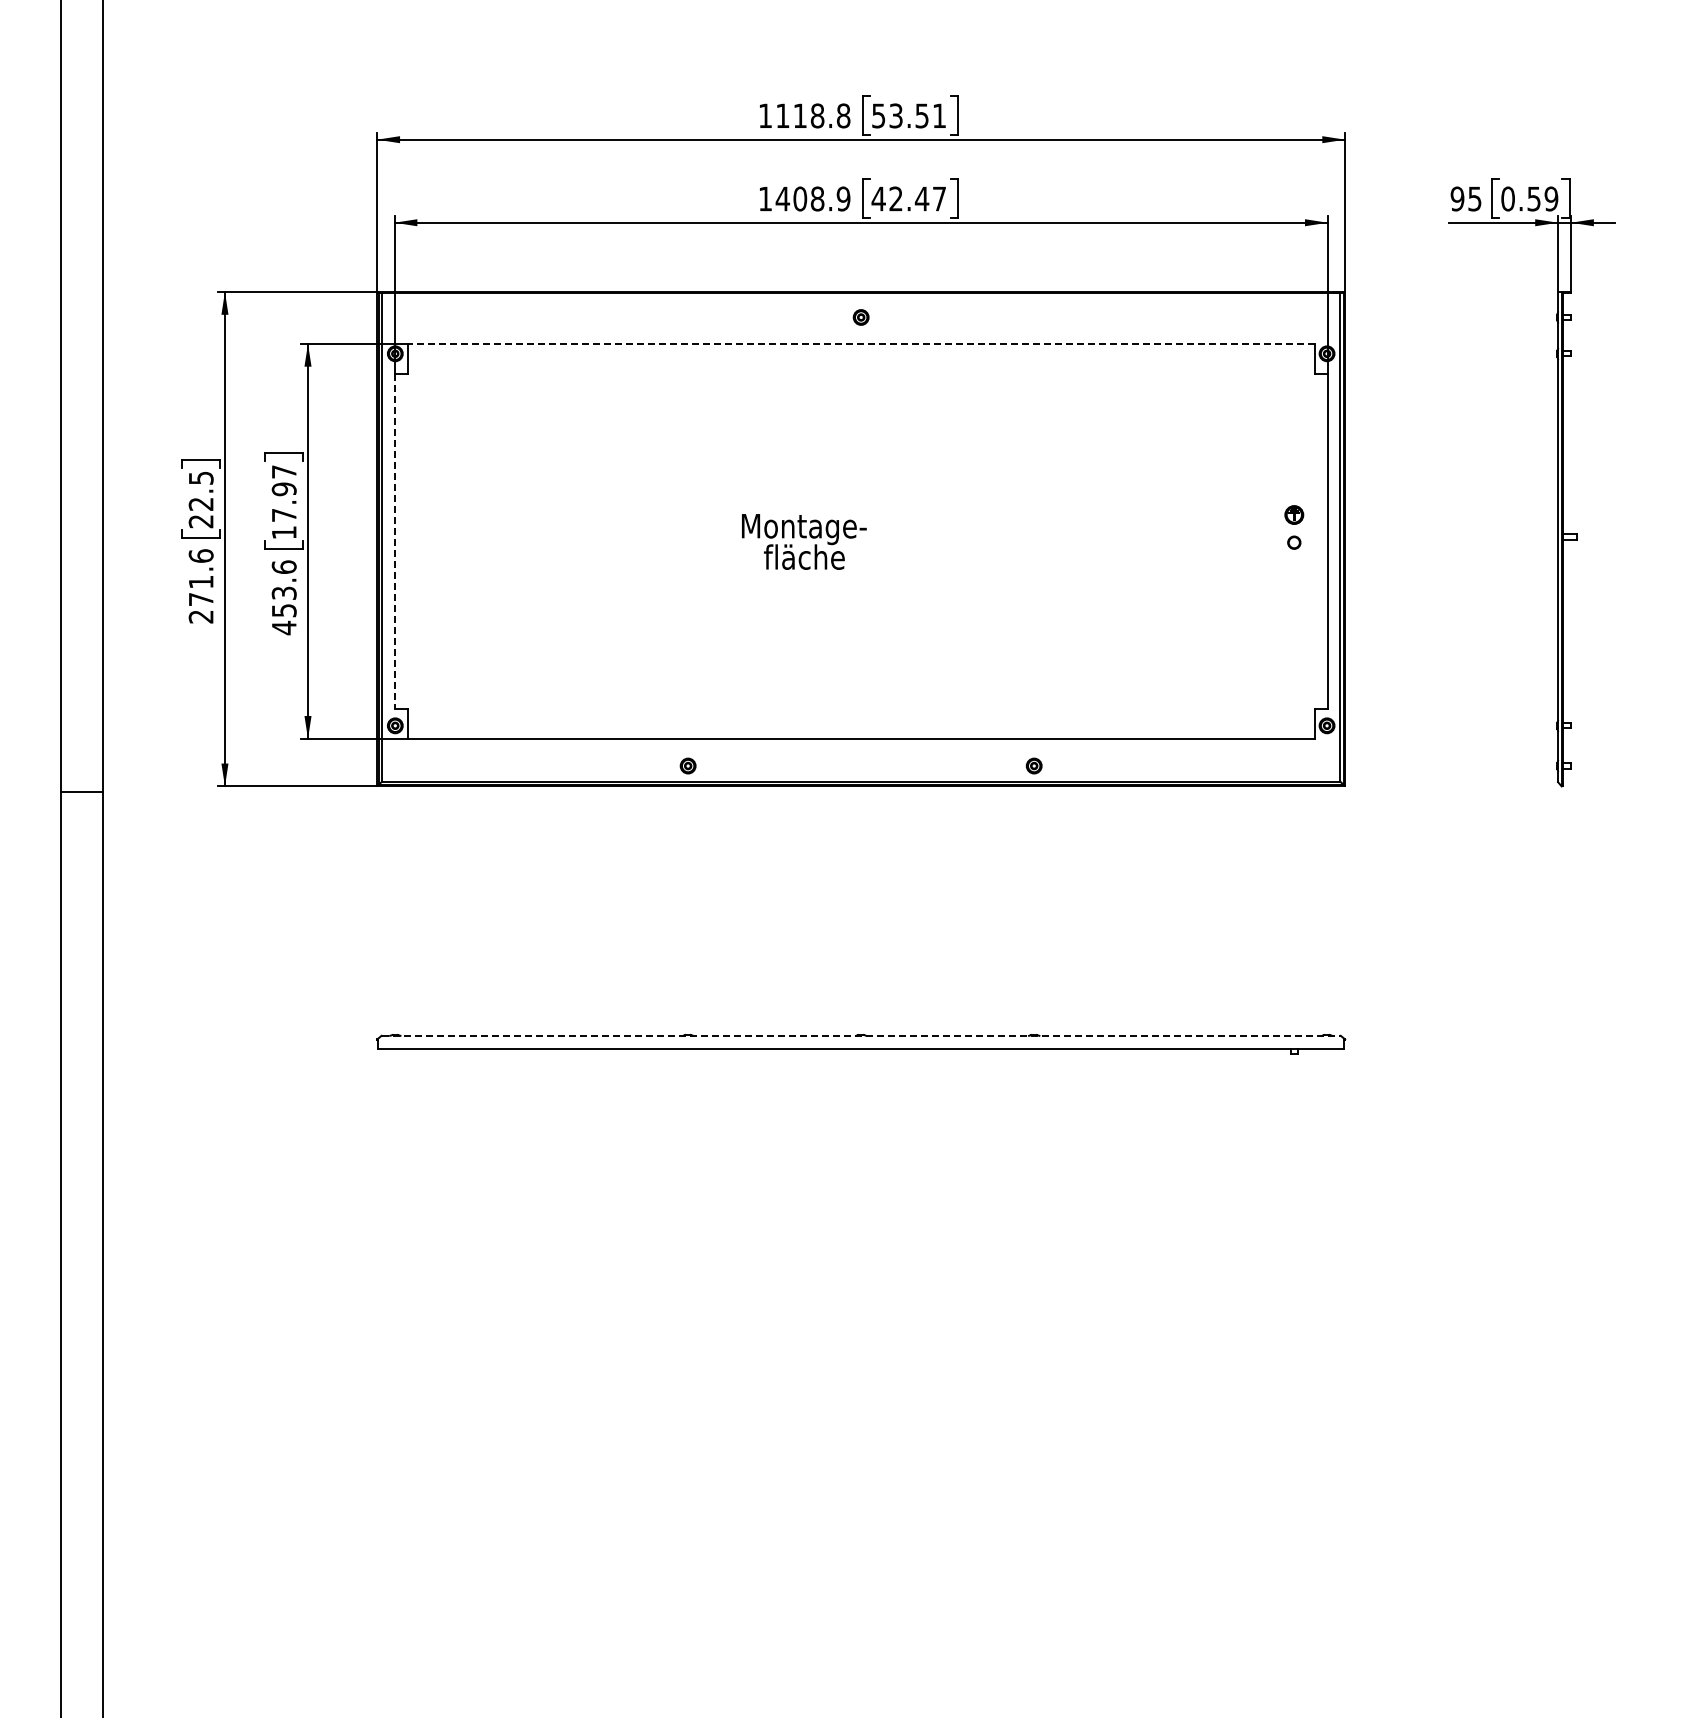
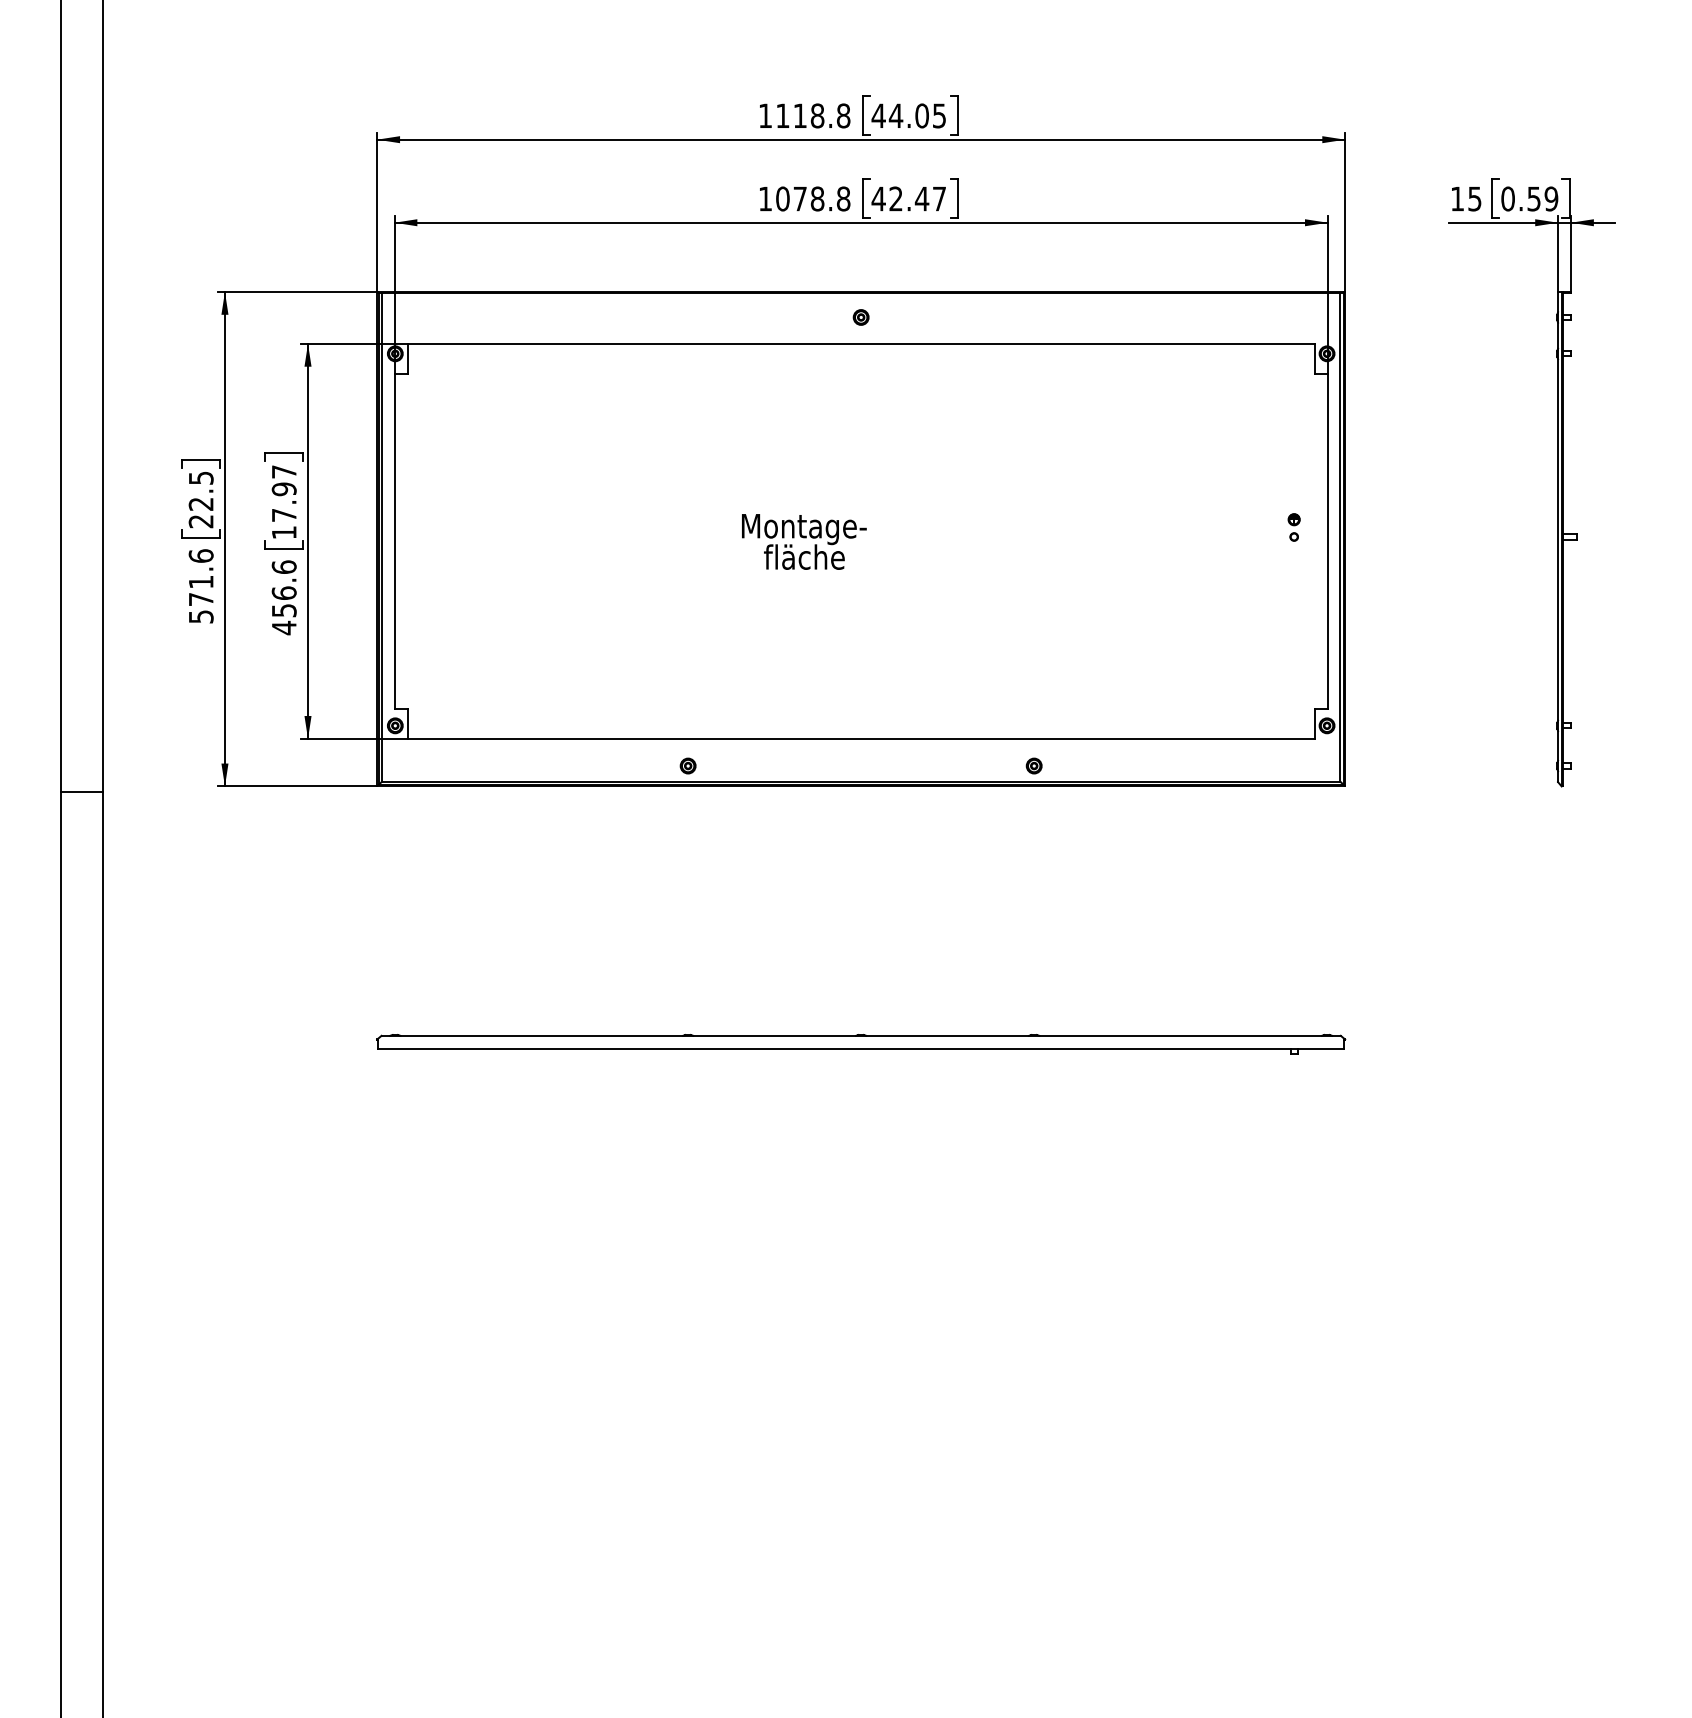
text at (908, 115): 53.51 -> 44.05
text at (812, 198): 1408.9 -> 1078.8
text at (1457, 198): 95 -> 15
line at (861, 343): dashed -> solid
part at (1294, 527) size: 21x45 px -> 14x29 px
line at (394, 541): dashed -> solid
text at (283, 592): 453.6 -> 456.6
text at (200, 616): 271.6 -> 571.6
line at (861, 1035): dashed -> solid
